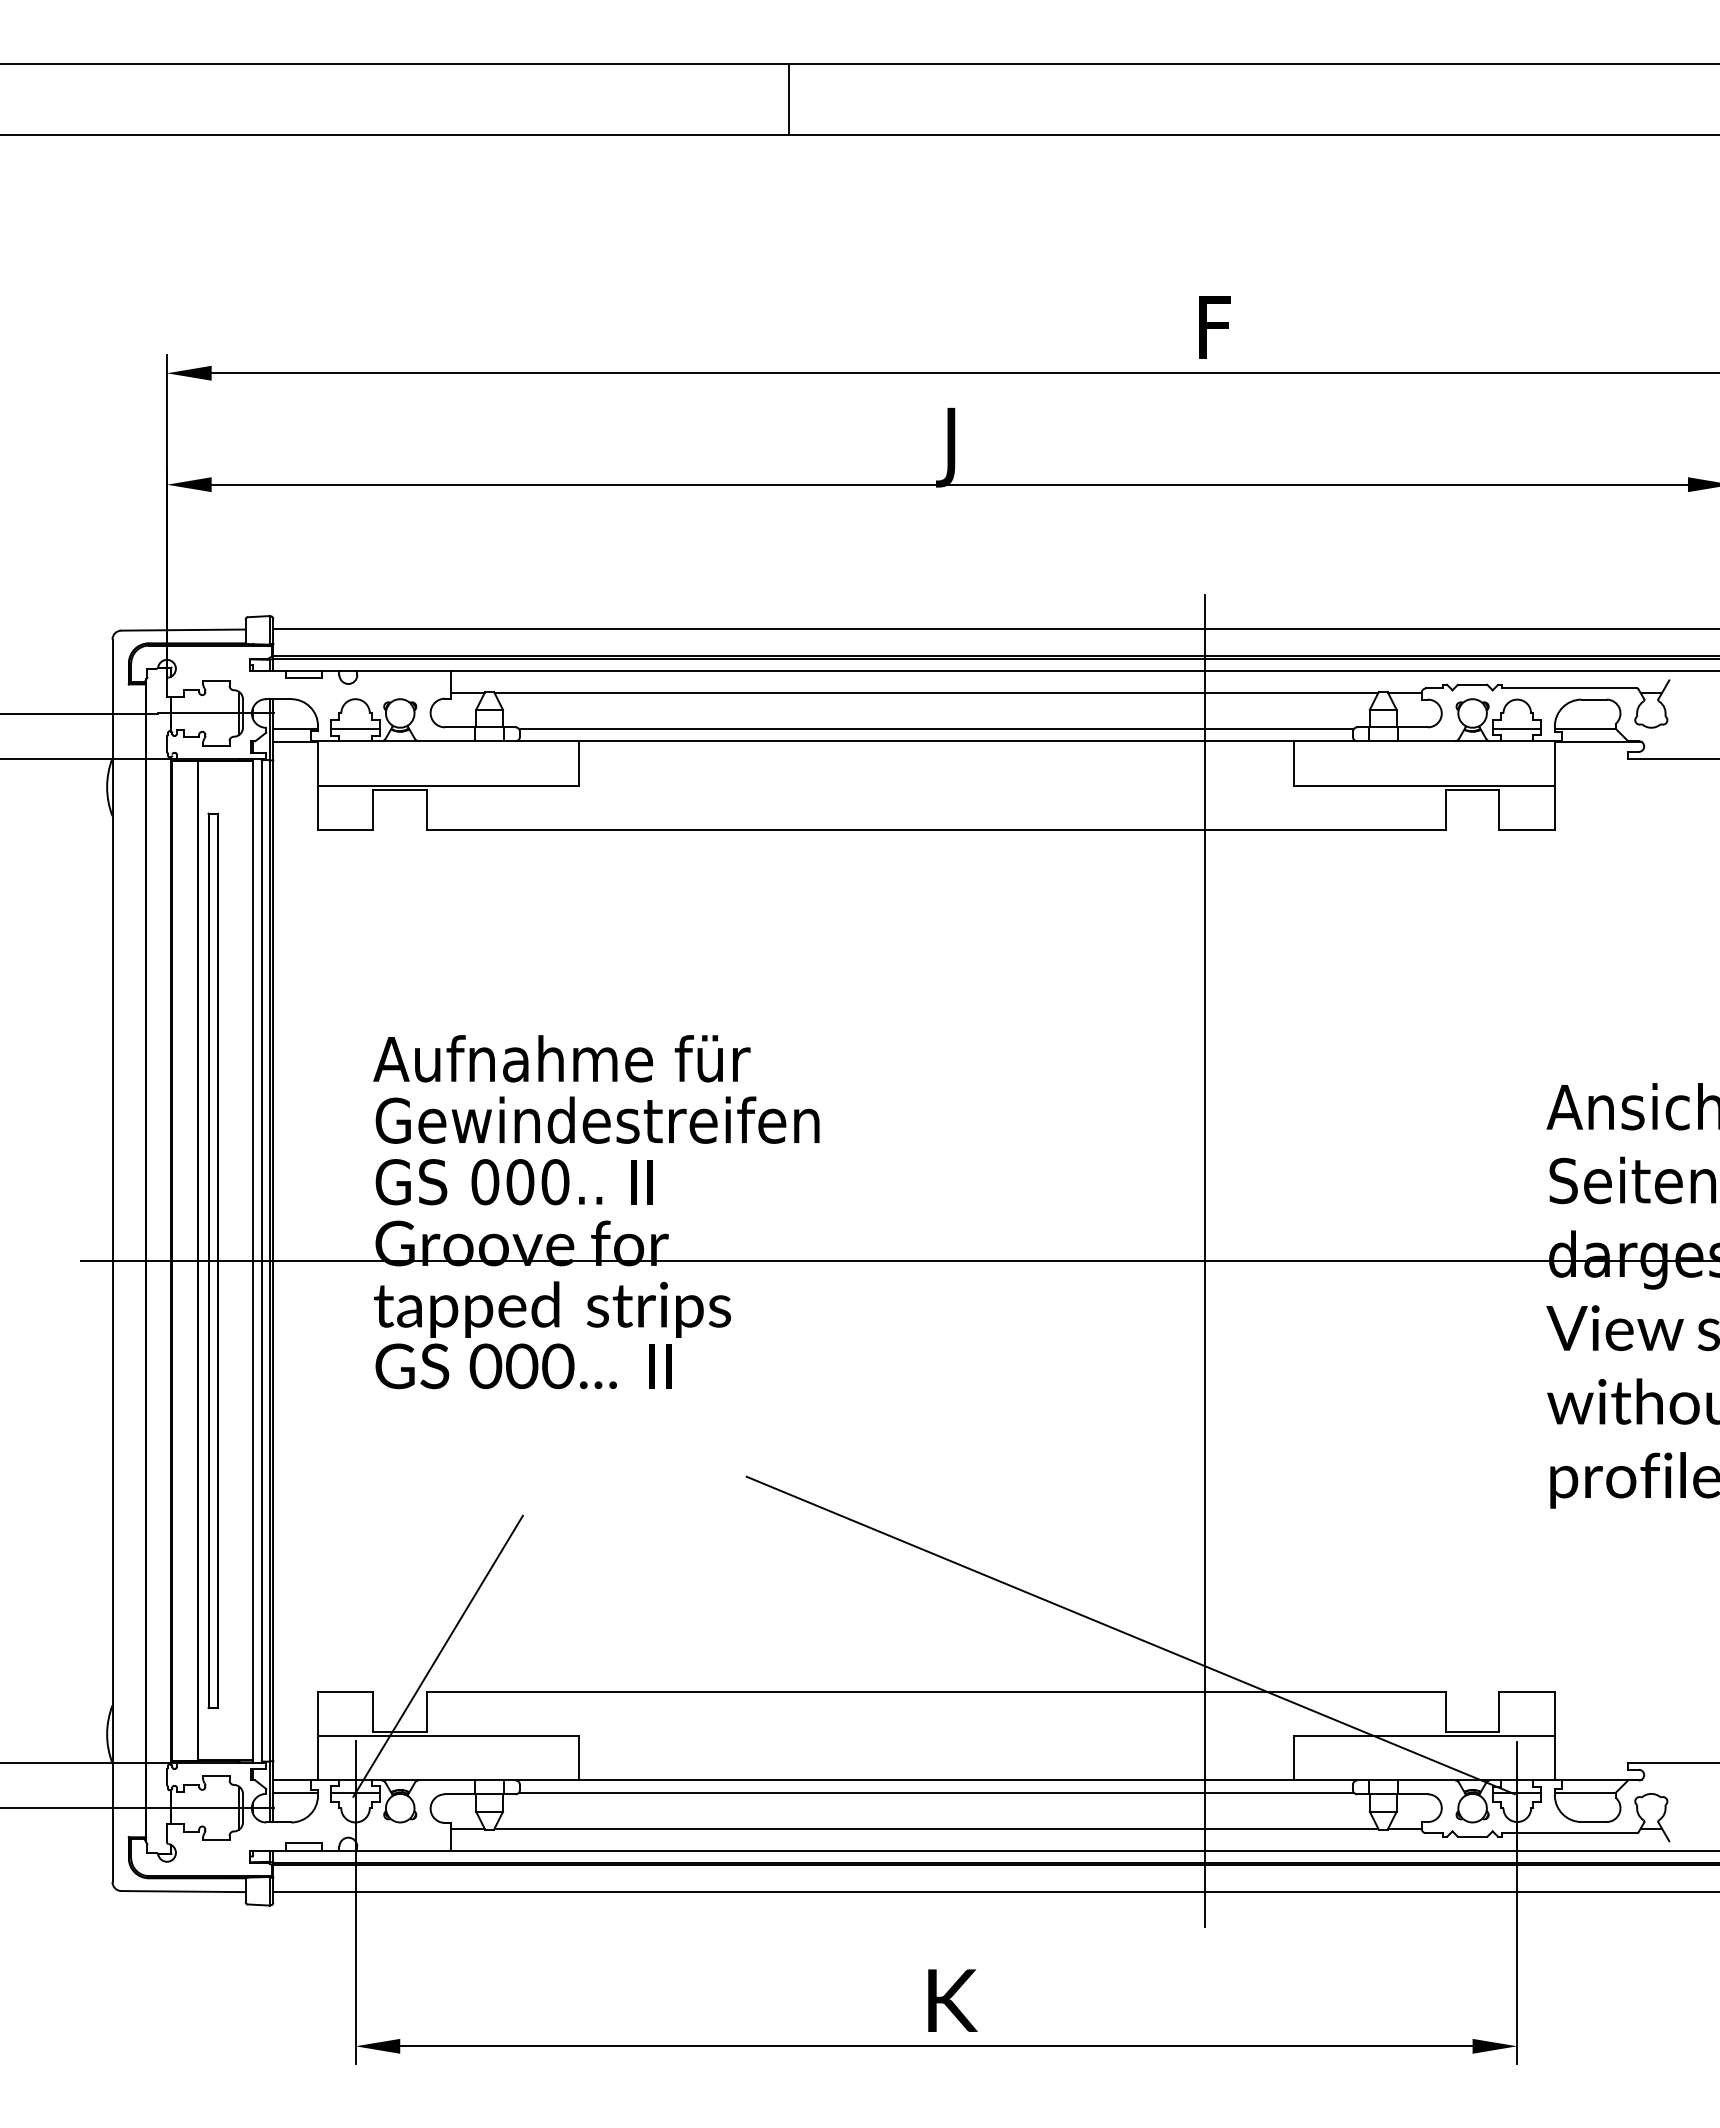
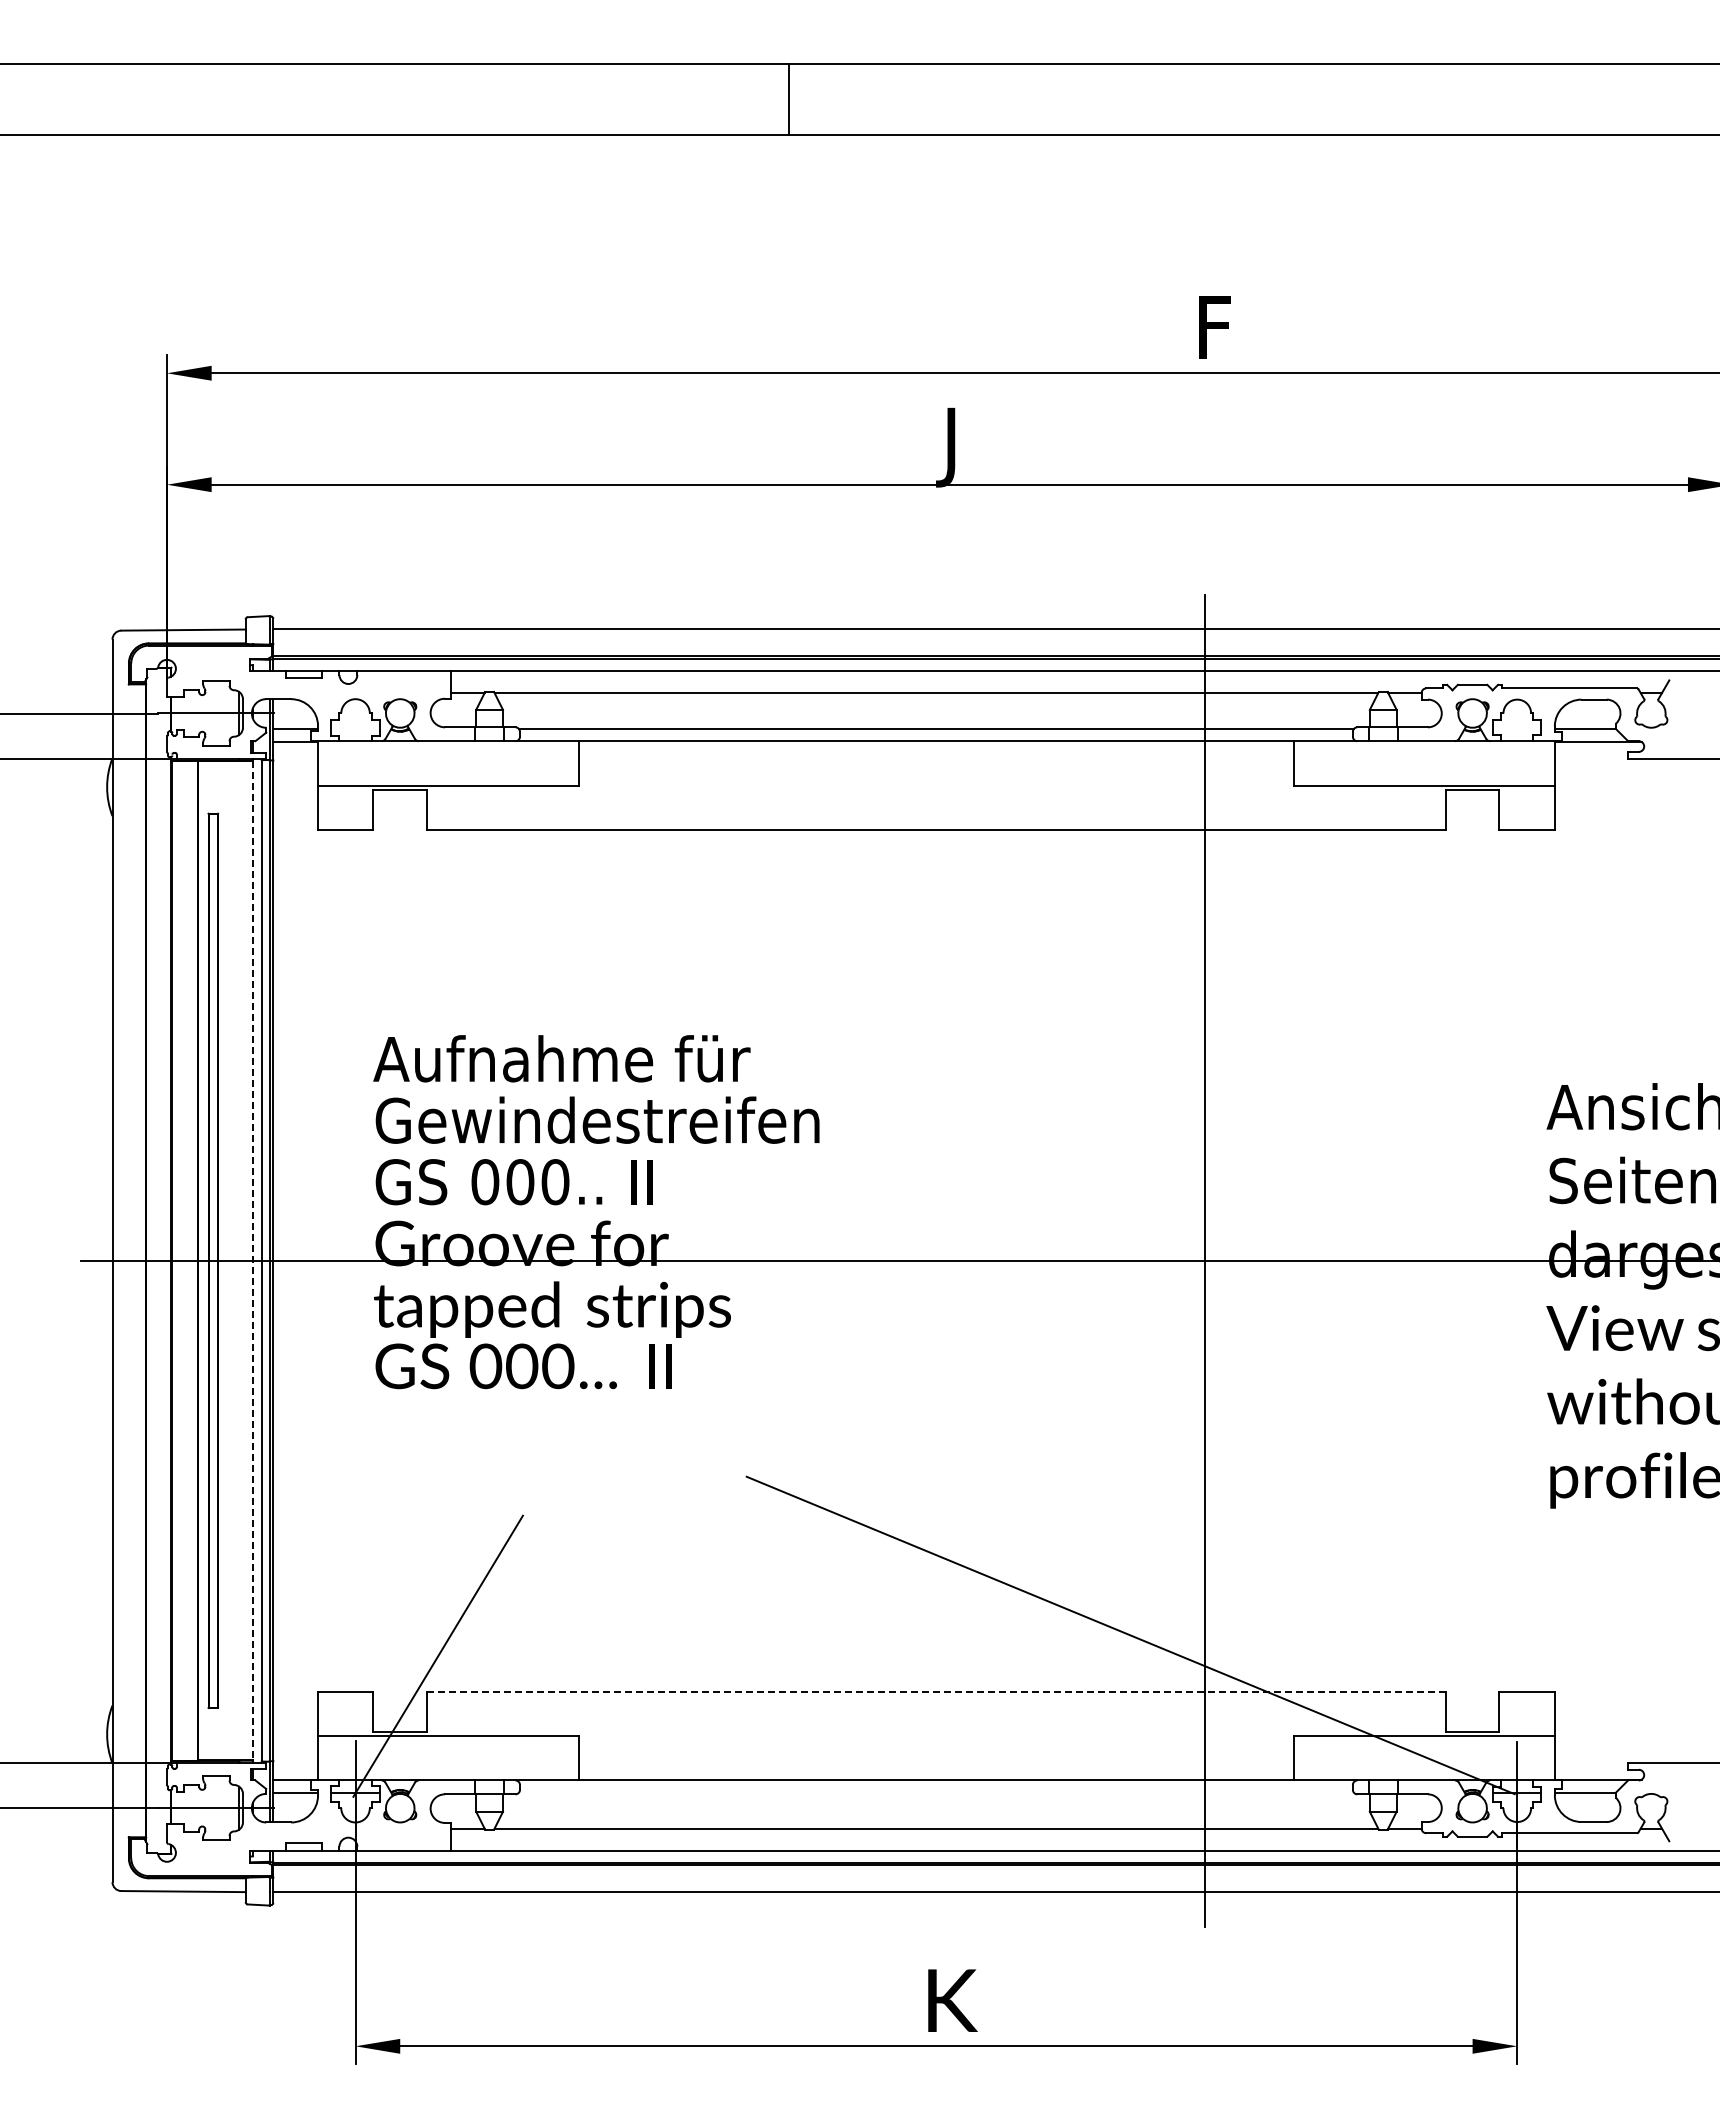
line at (355, 728): present -> none
line at (1517, 728): present -> none
line at (252, 1260): solid -> dashed
line at (936, 1691): solid -> dashed
line at (936, 1793): present -> none
